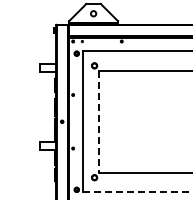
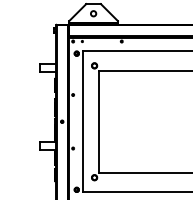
line at (99, 122): dashed -> solid
line at (137, 192): dashed -> solid
